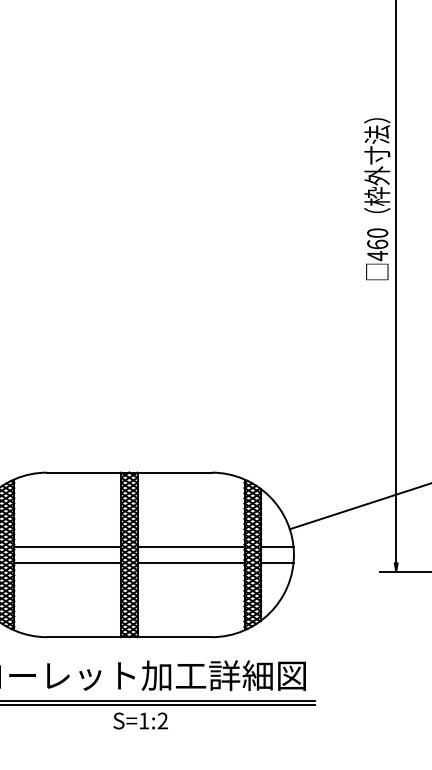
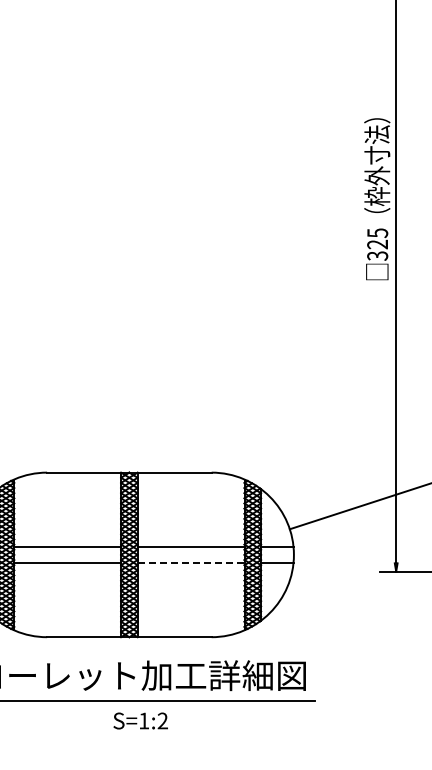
text at (377, 244): 460 -> 325
line at (191, 563): solid -> dashed
line at (158, 705): present -> none
